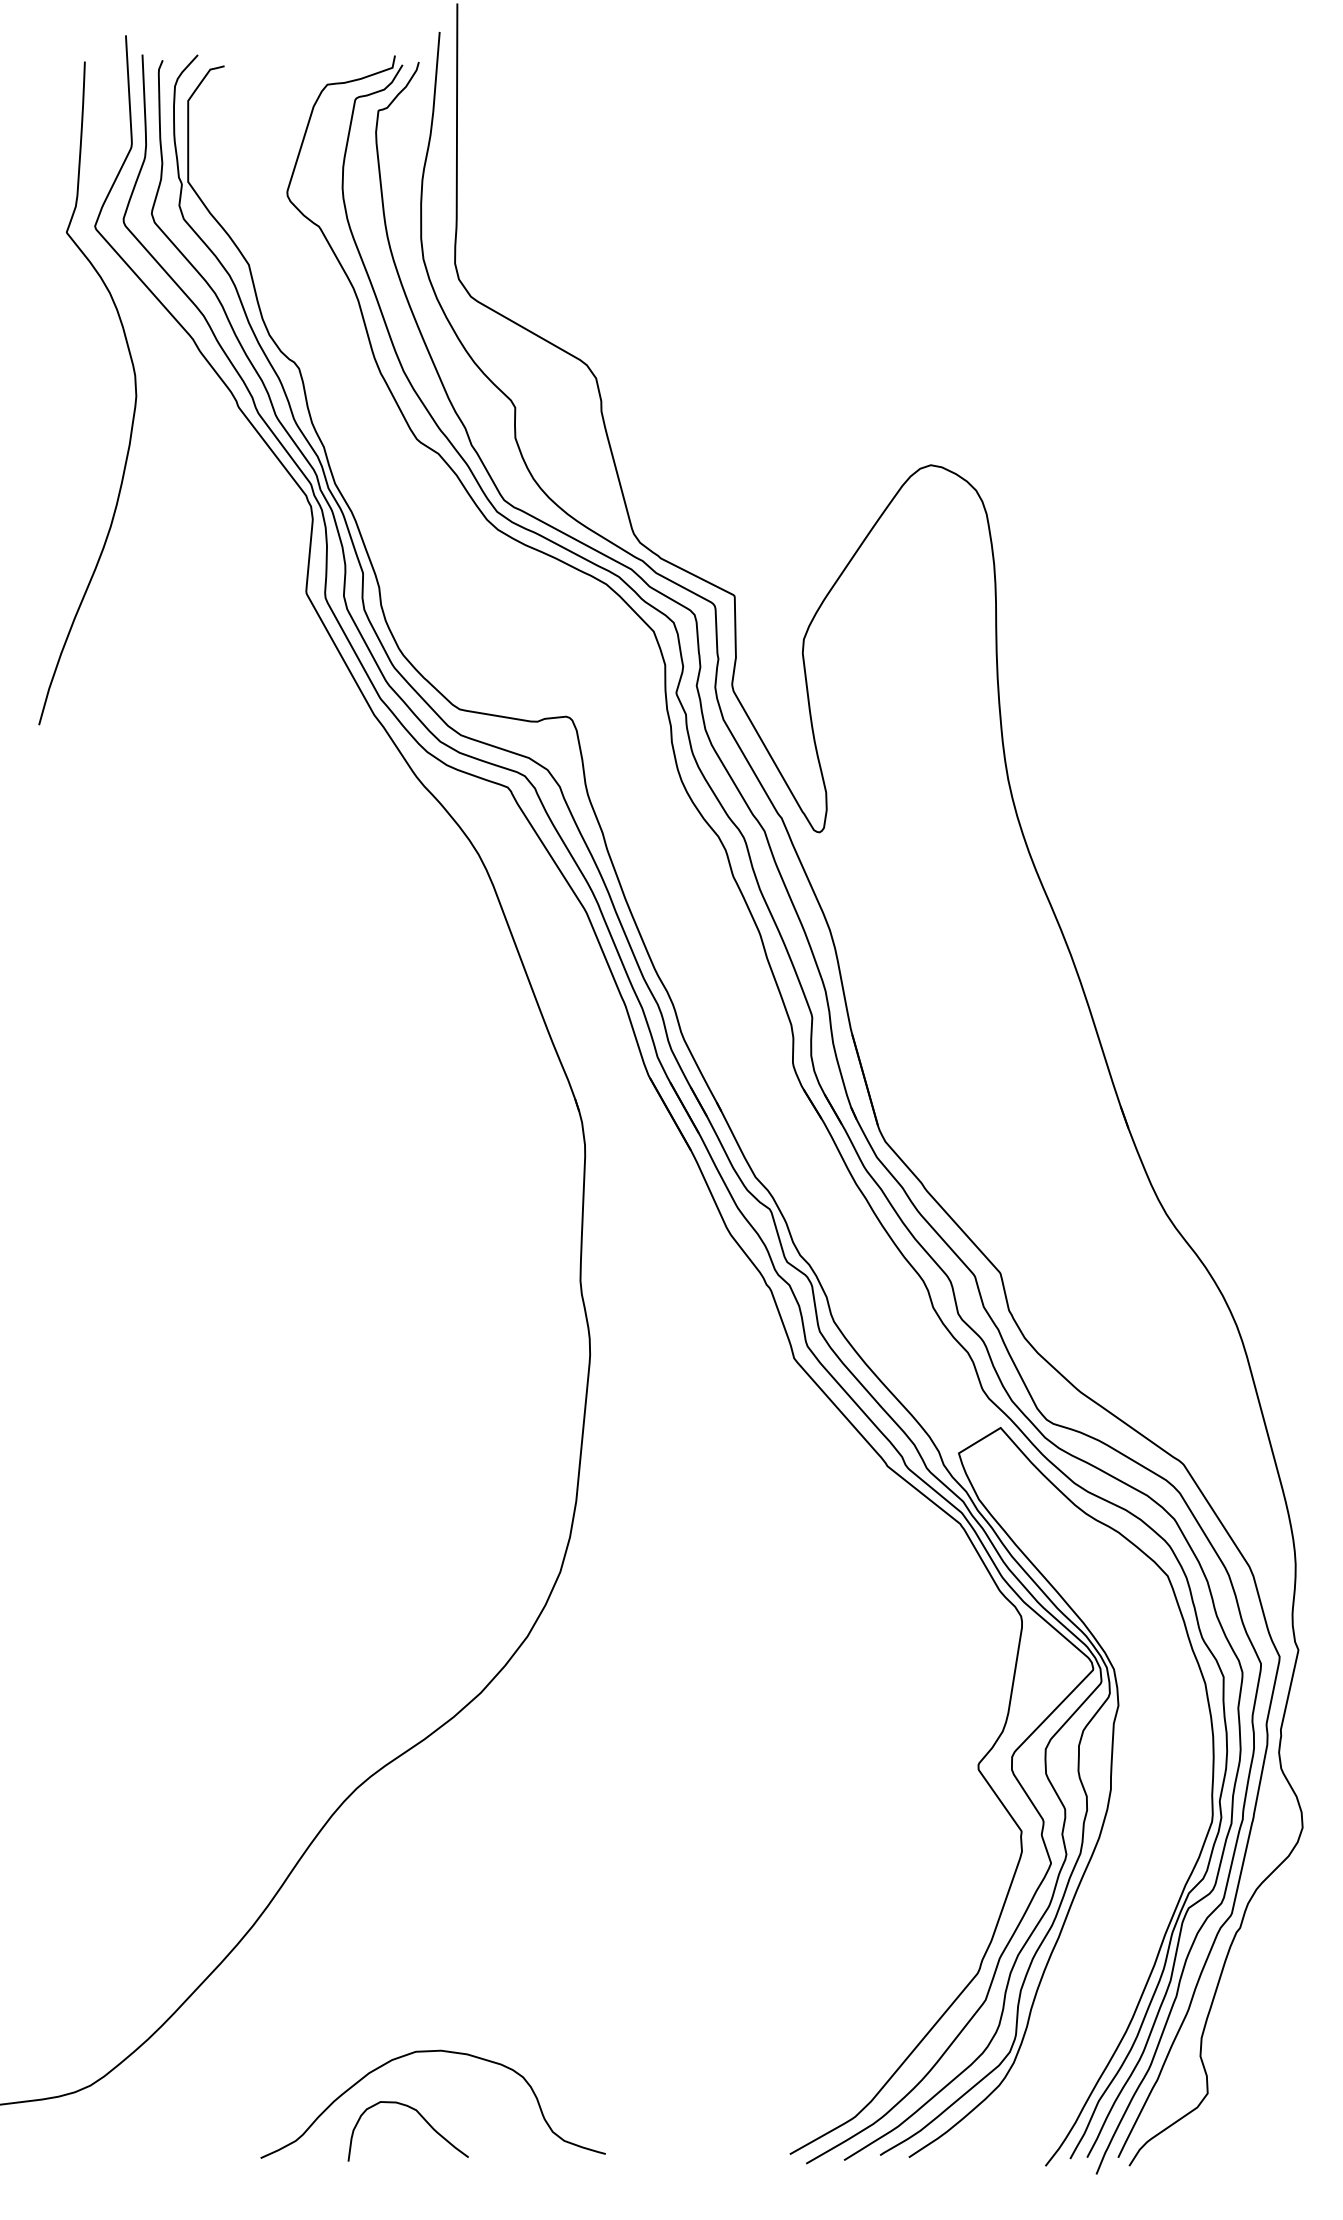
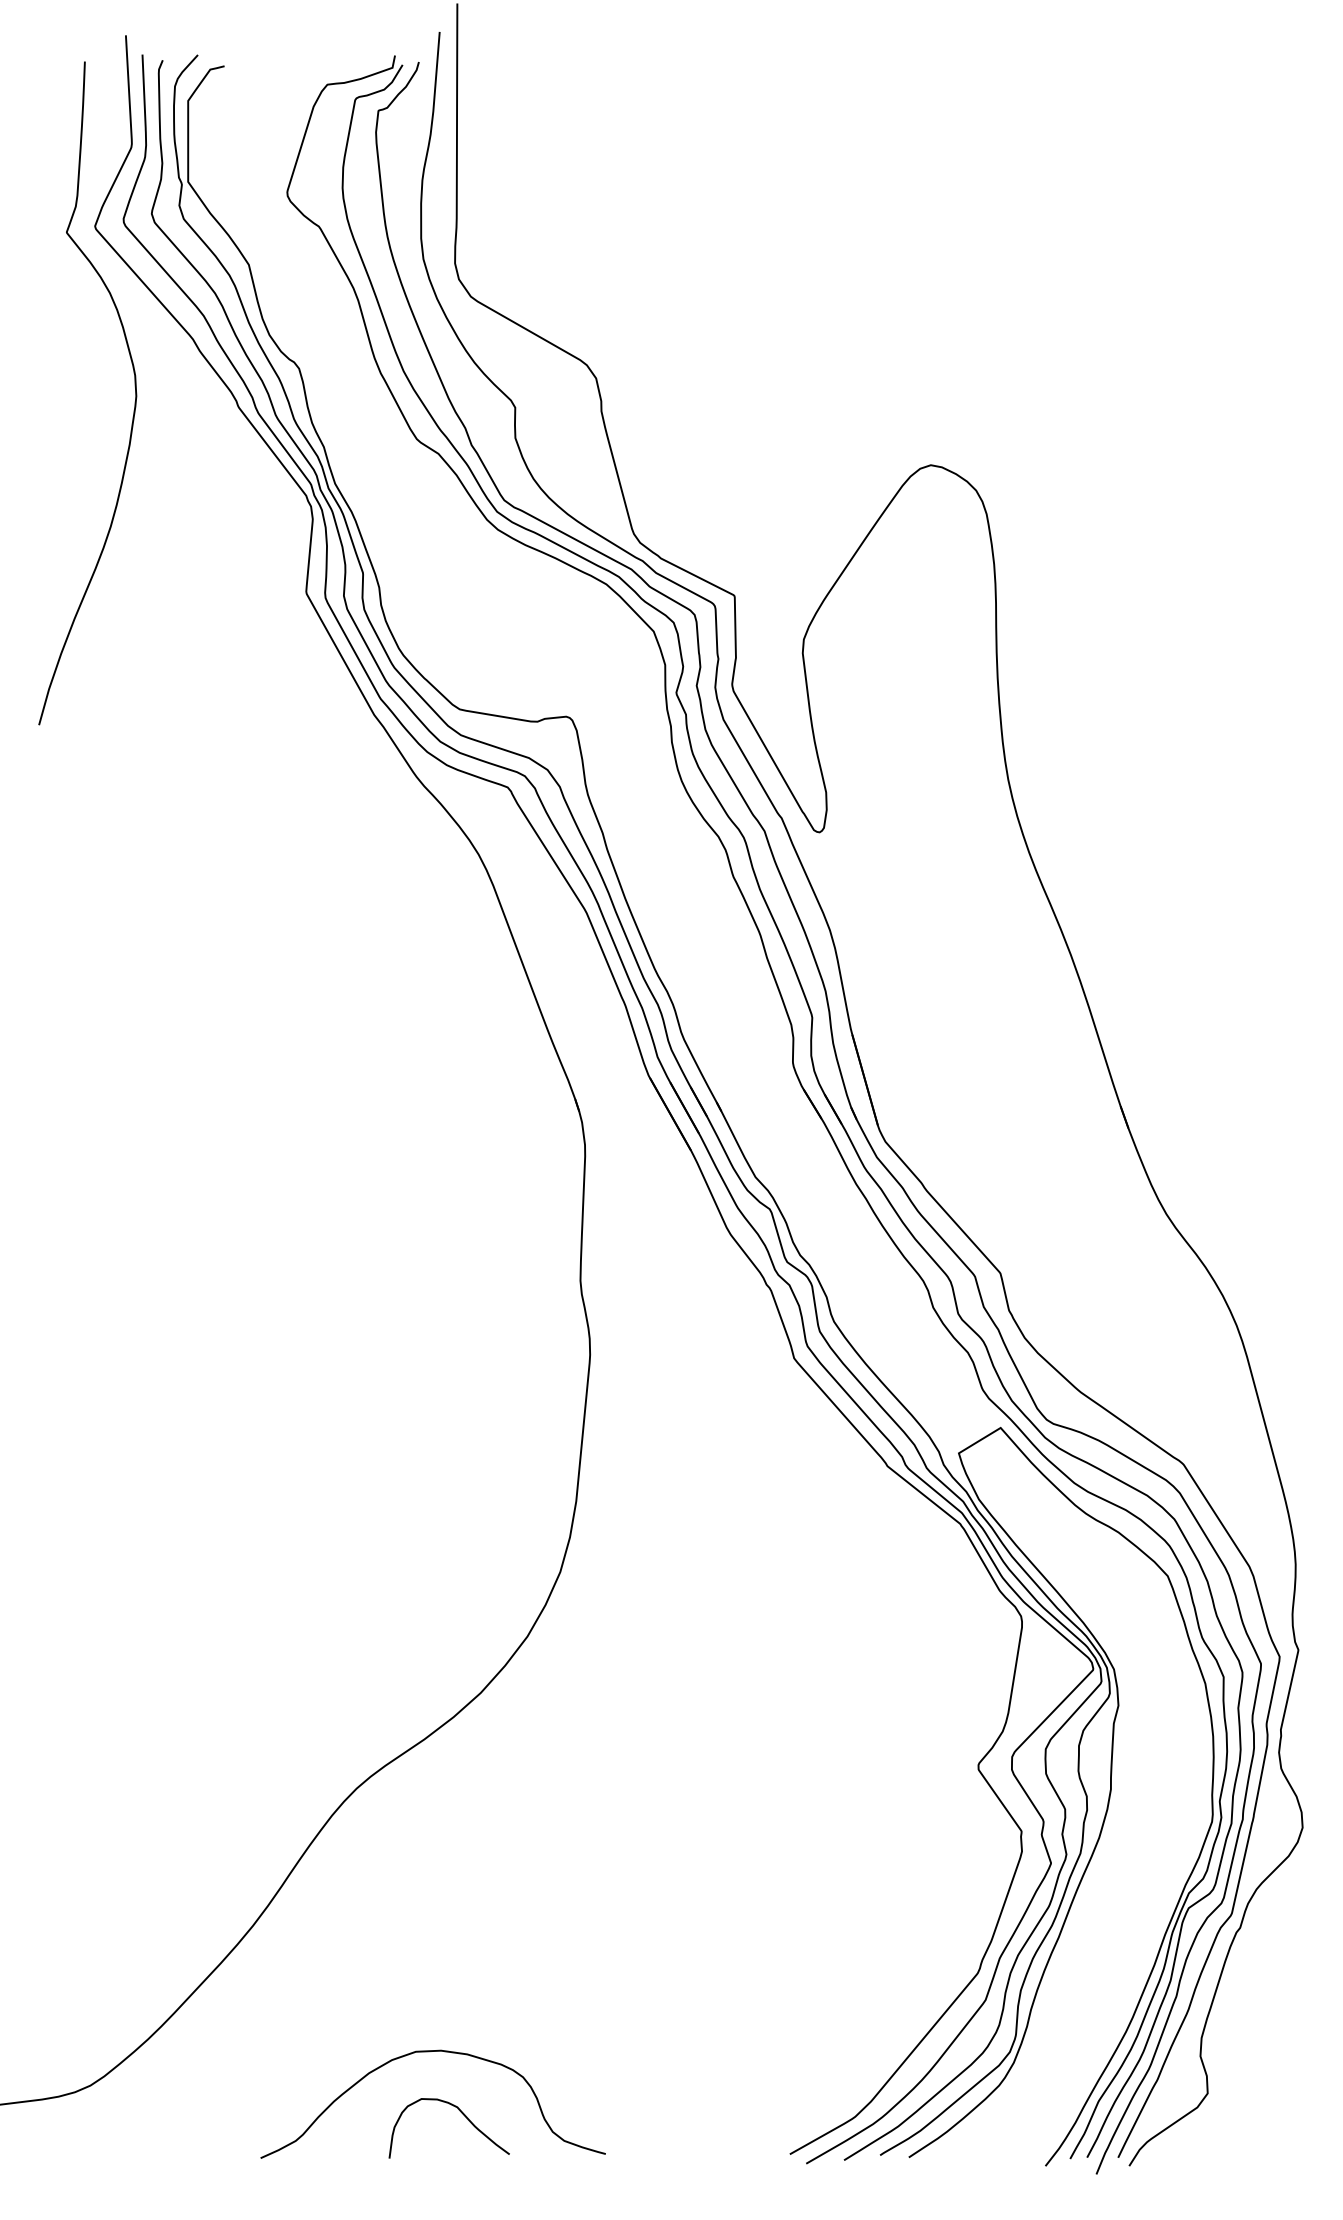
curve at (421, 2117) position: (421, 2117) -> (462, 2114)
